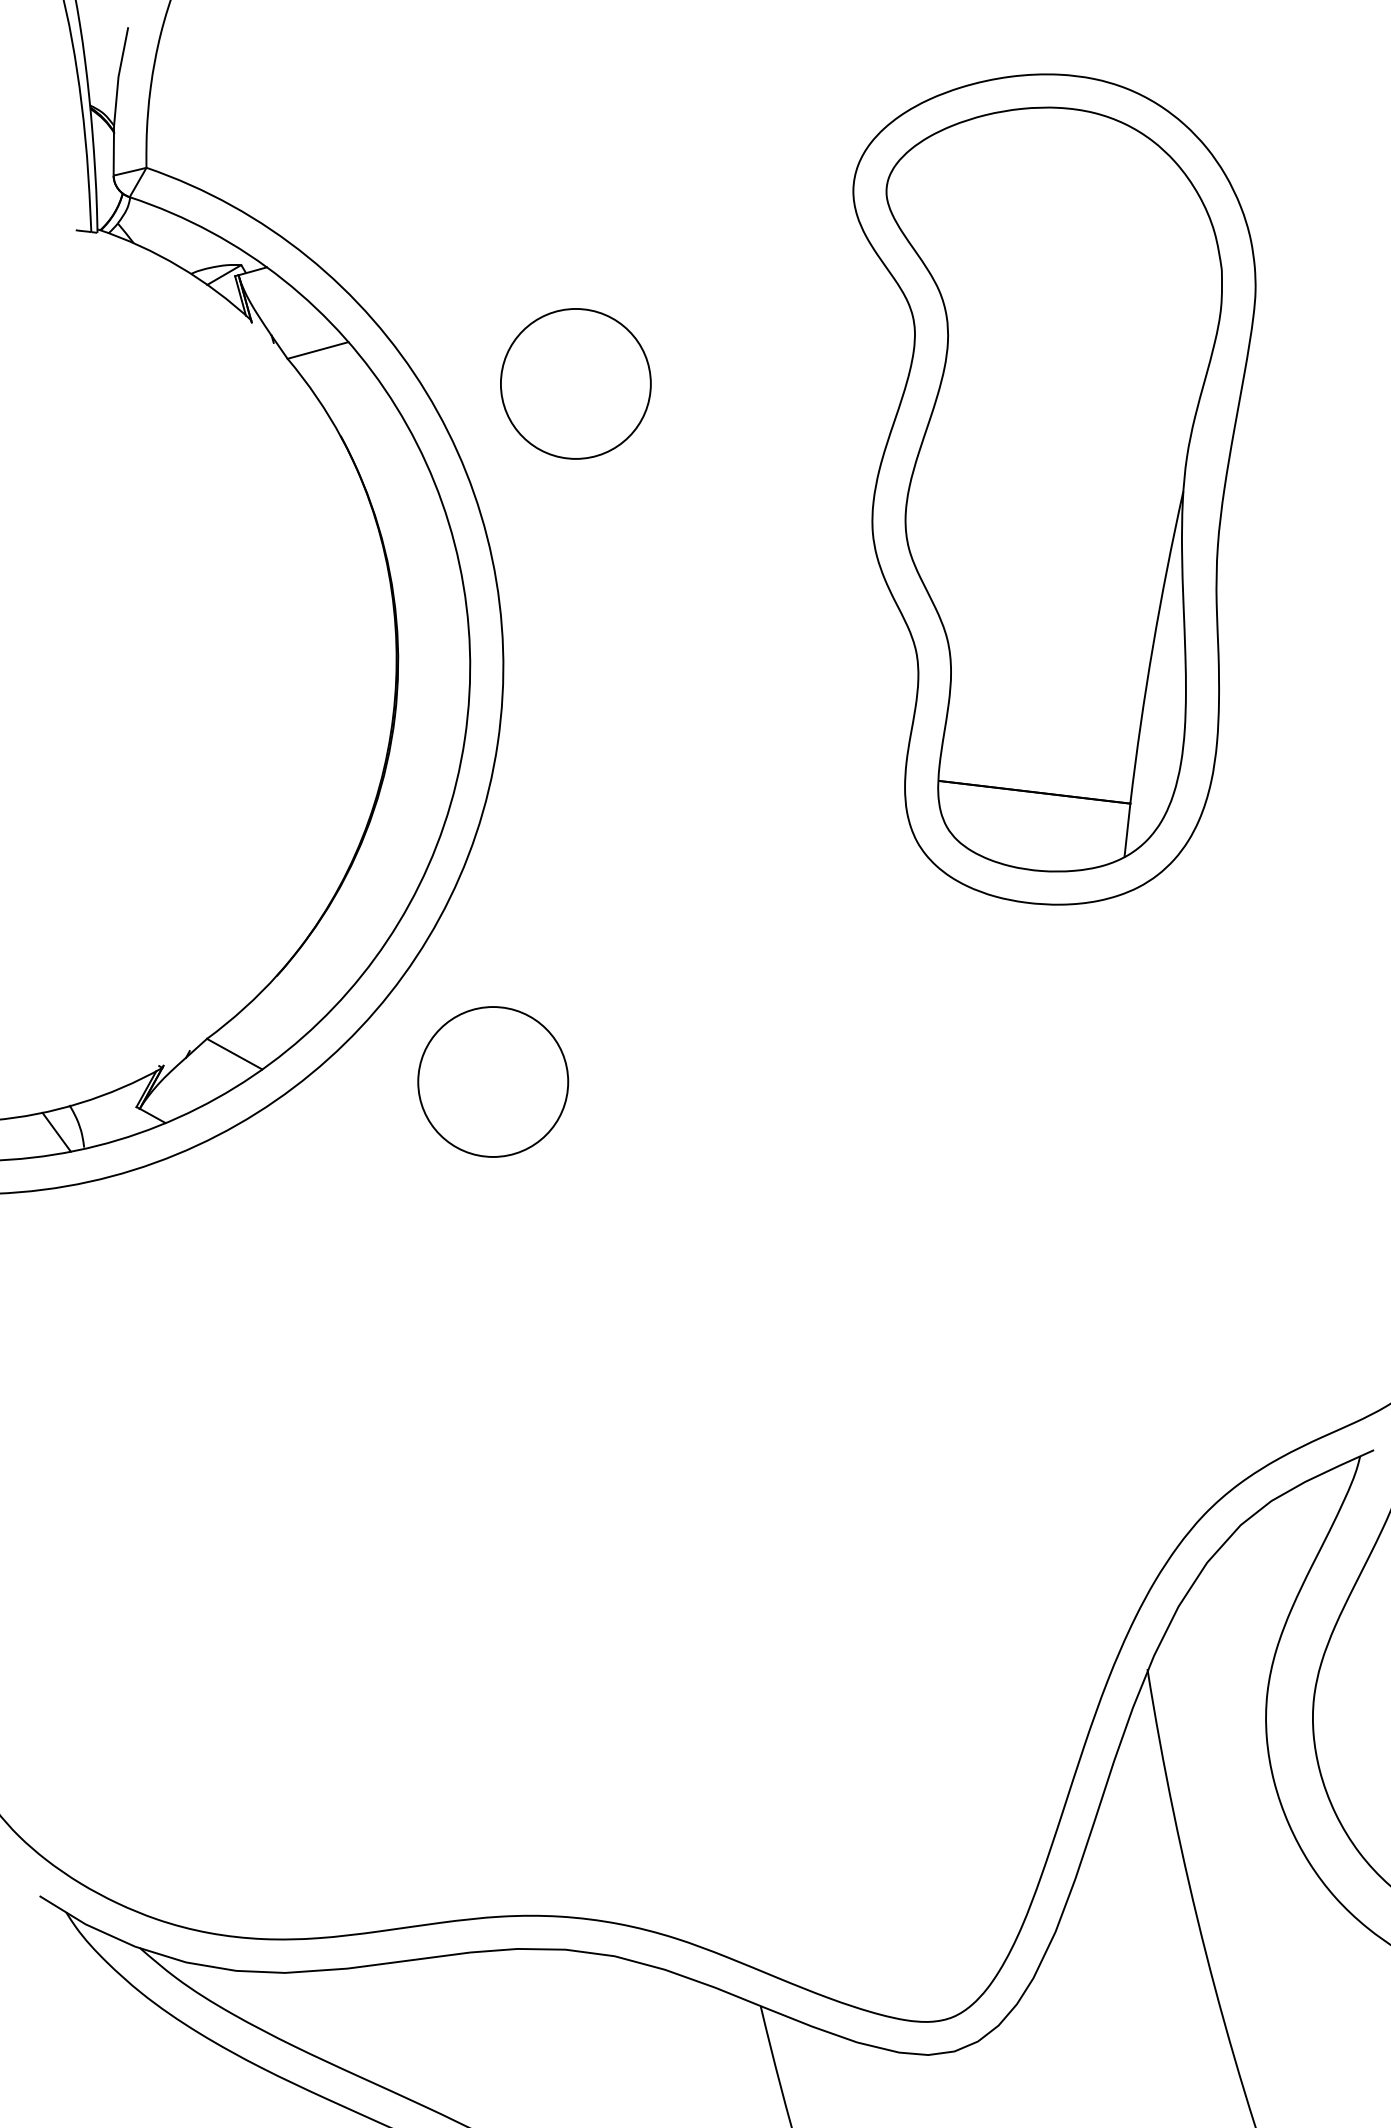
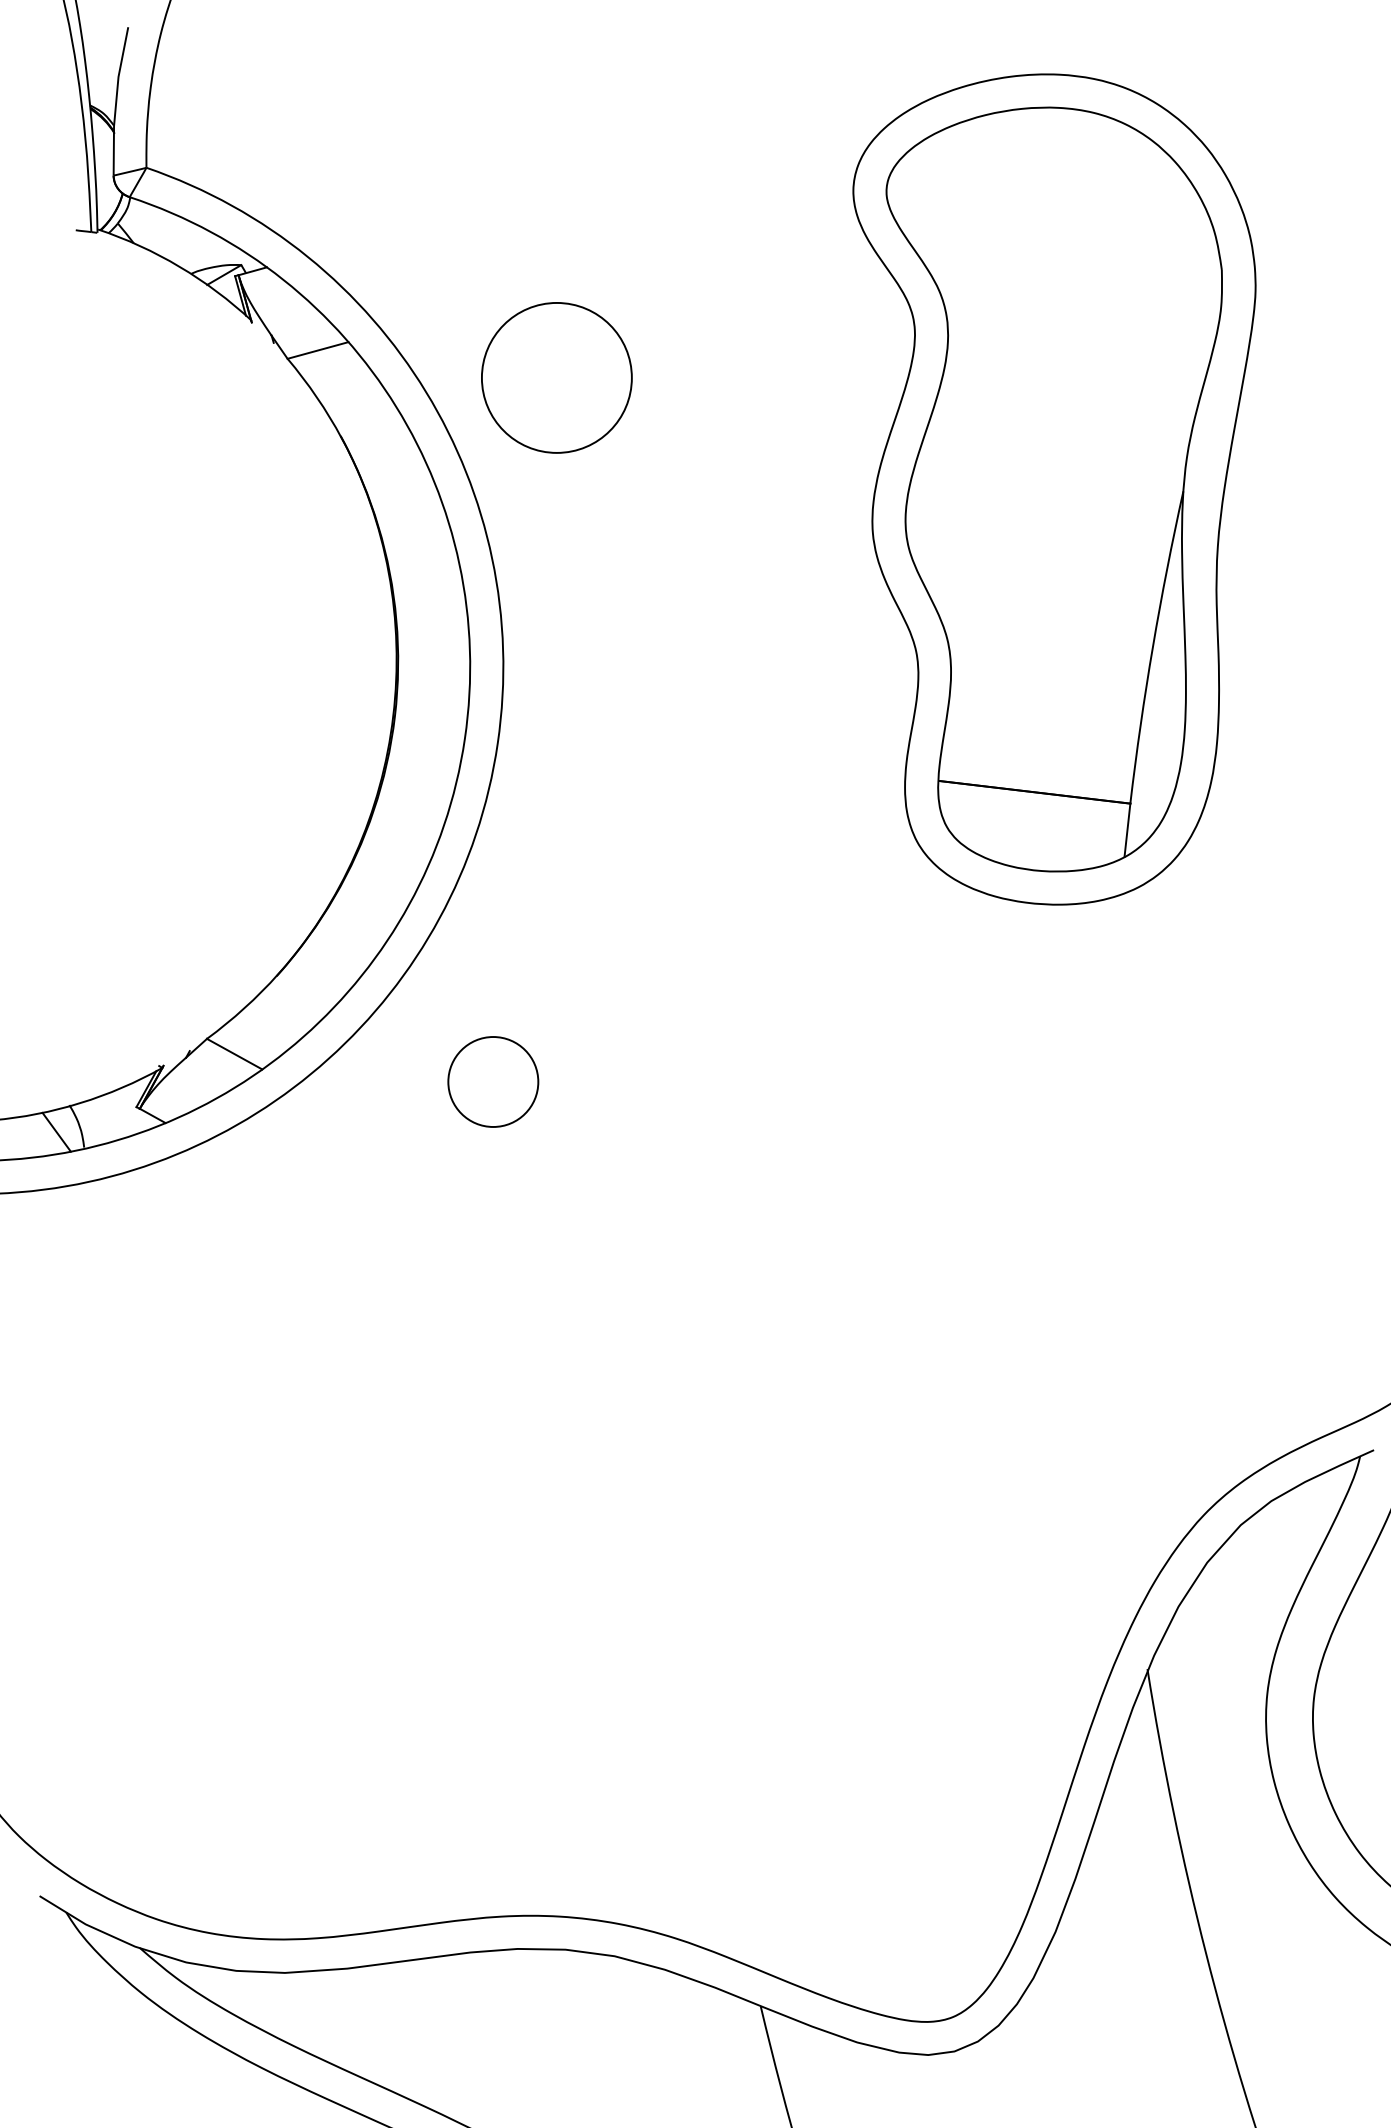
circle at (575, 383) position: (575, 383) -> (556, 377)
circle at (493, 1081) size: 153x152 px -> 93x92 px
